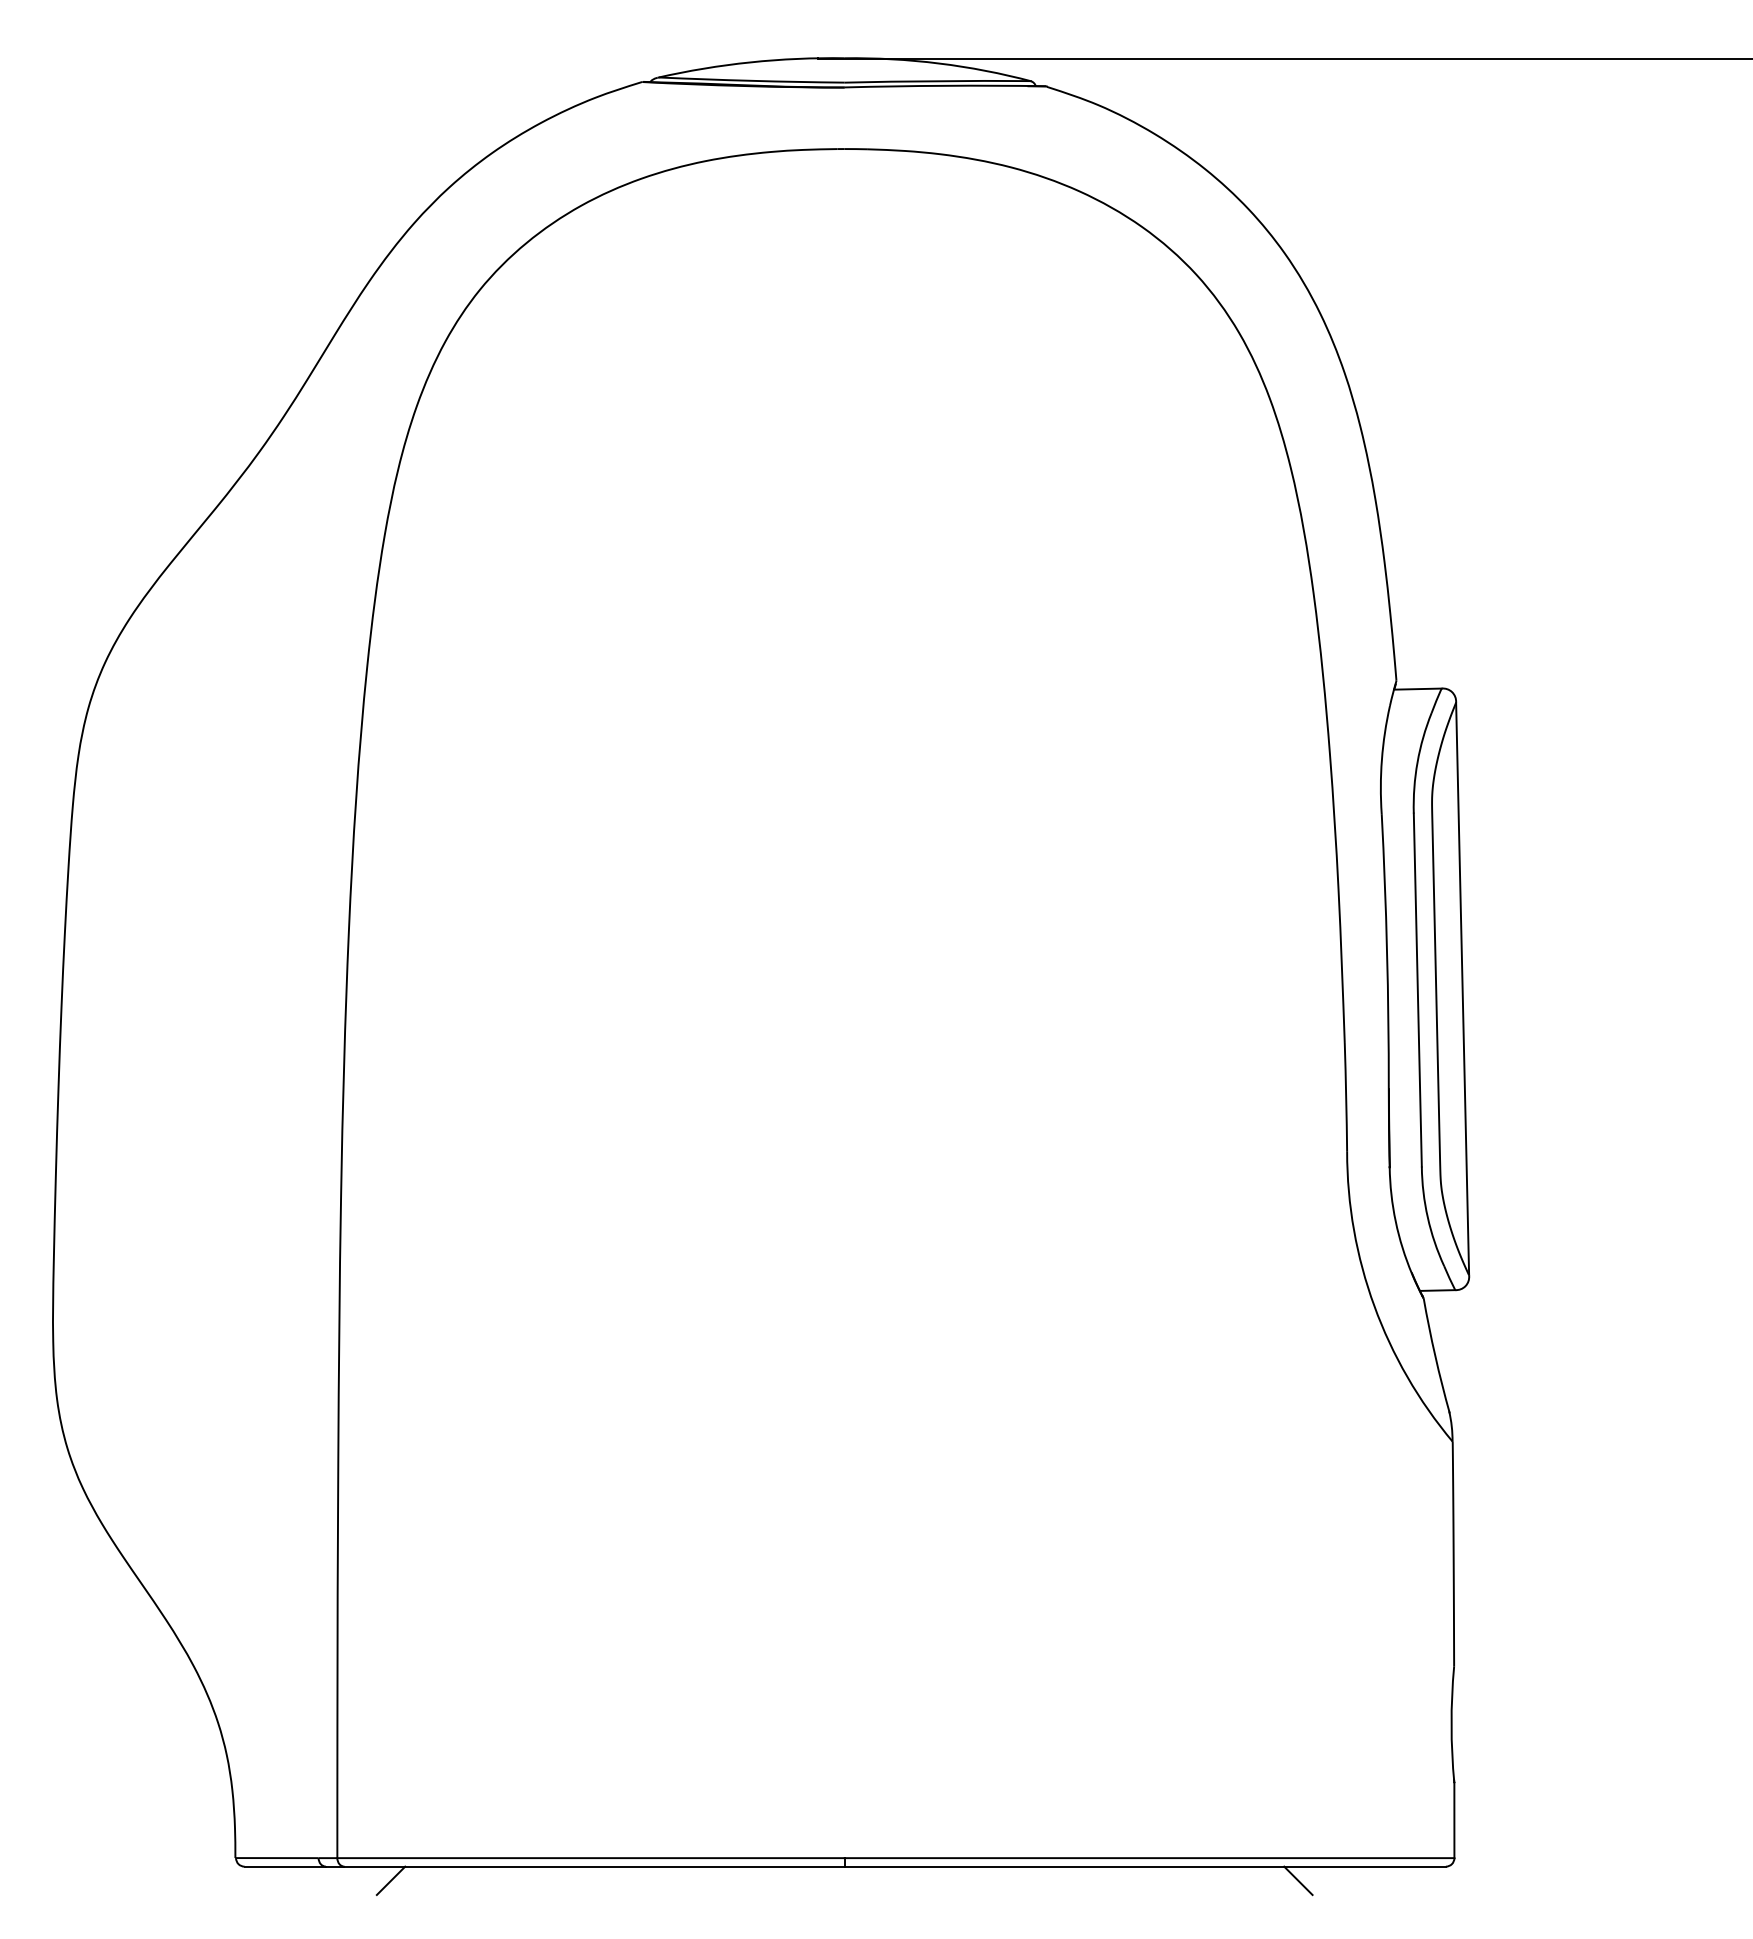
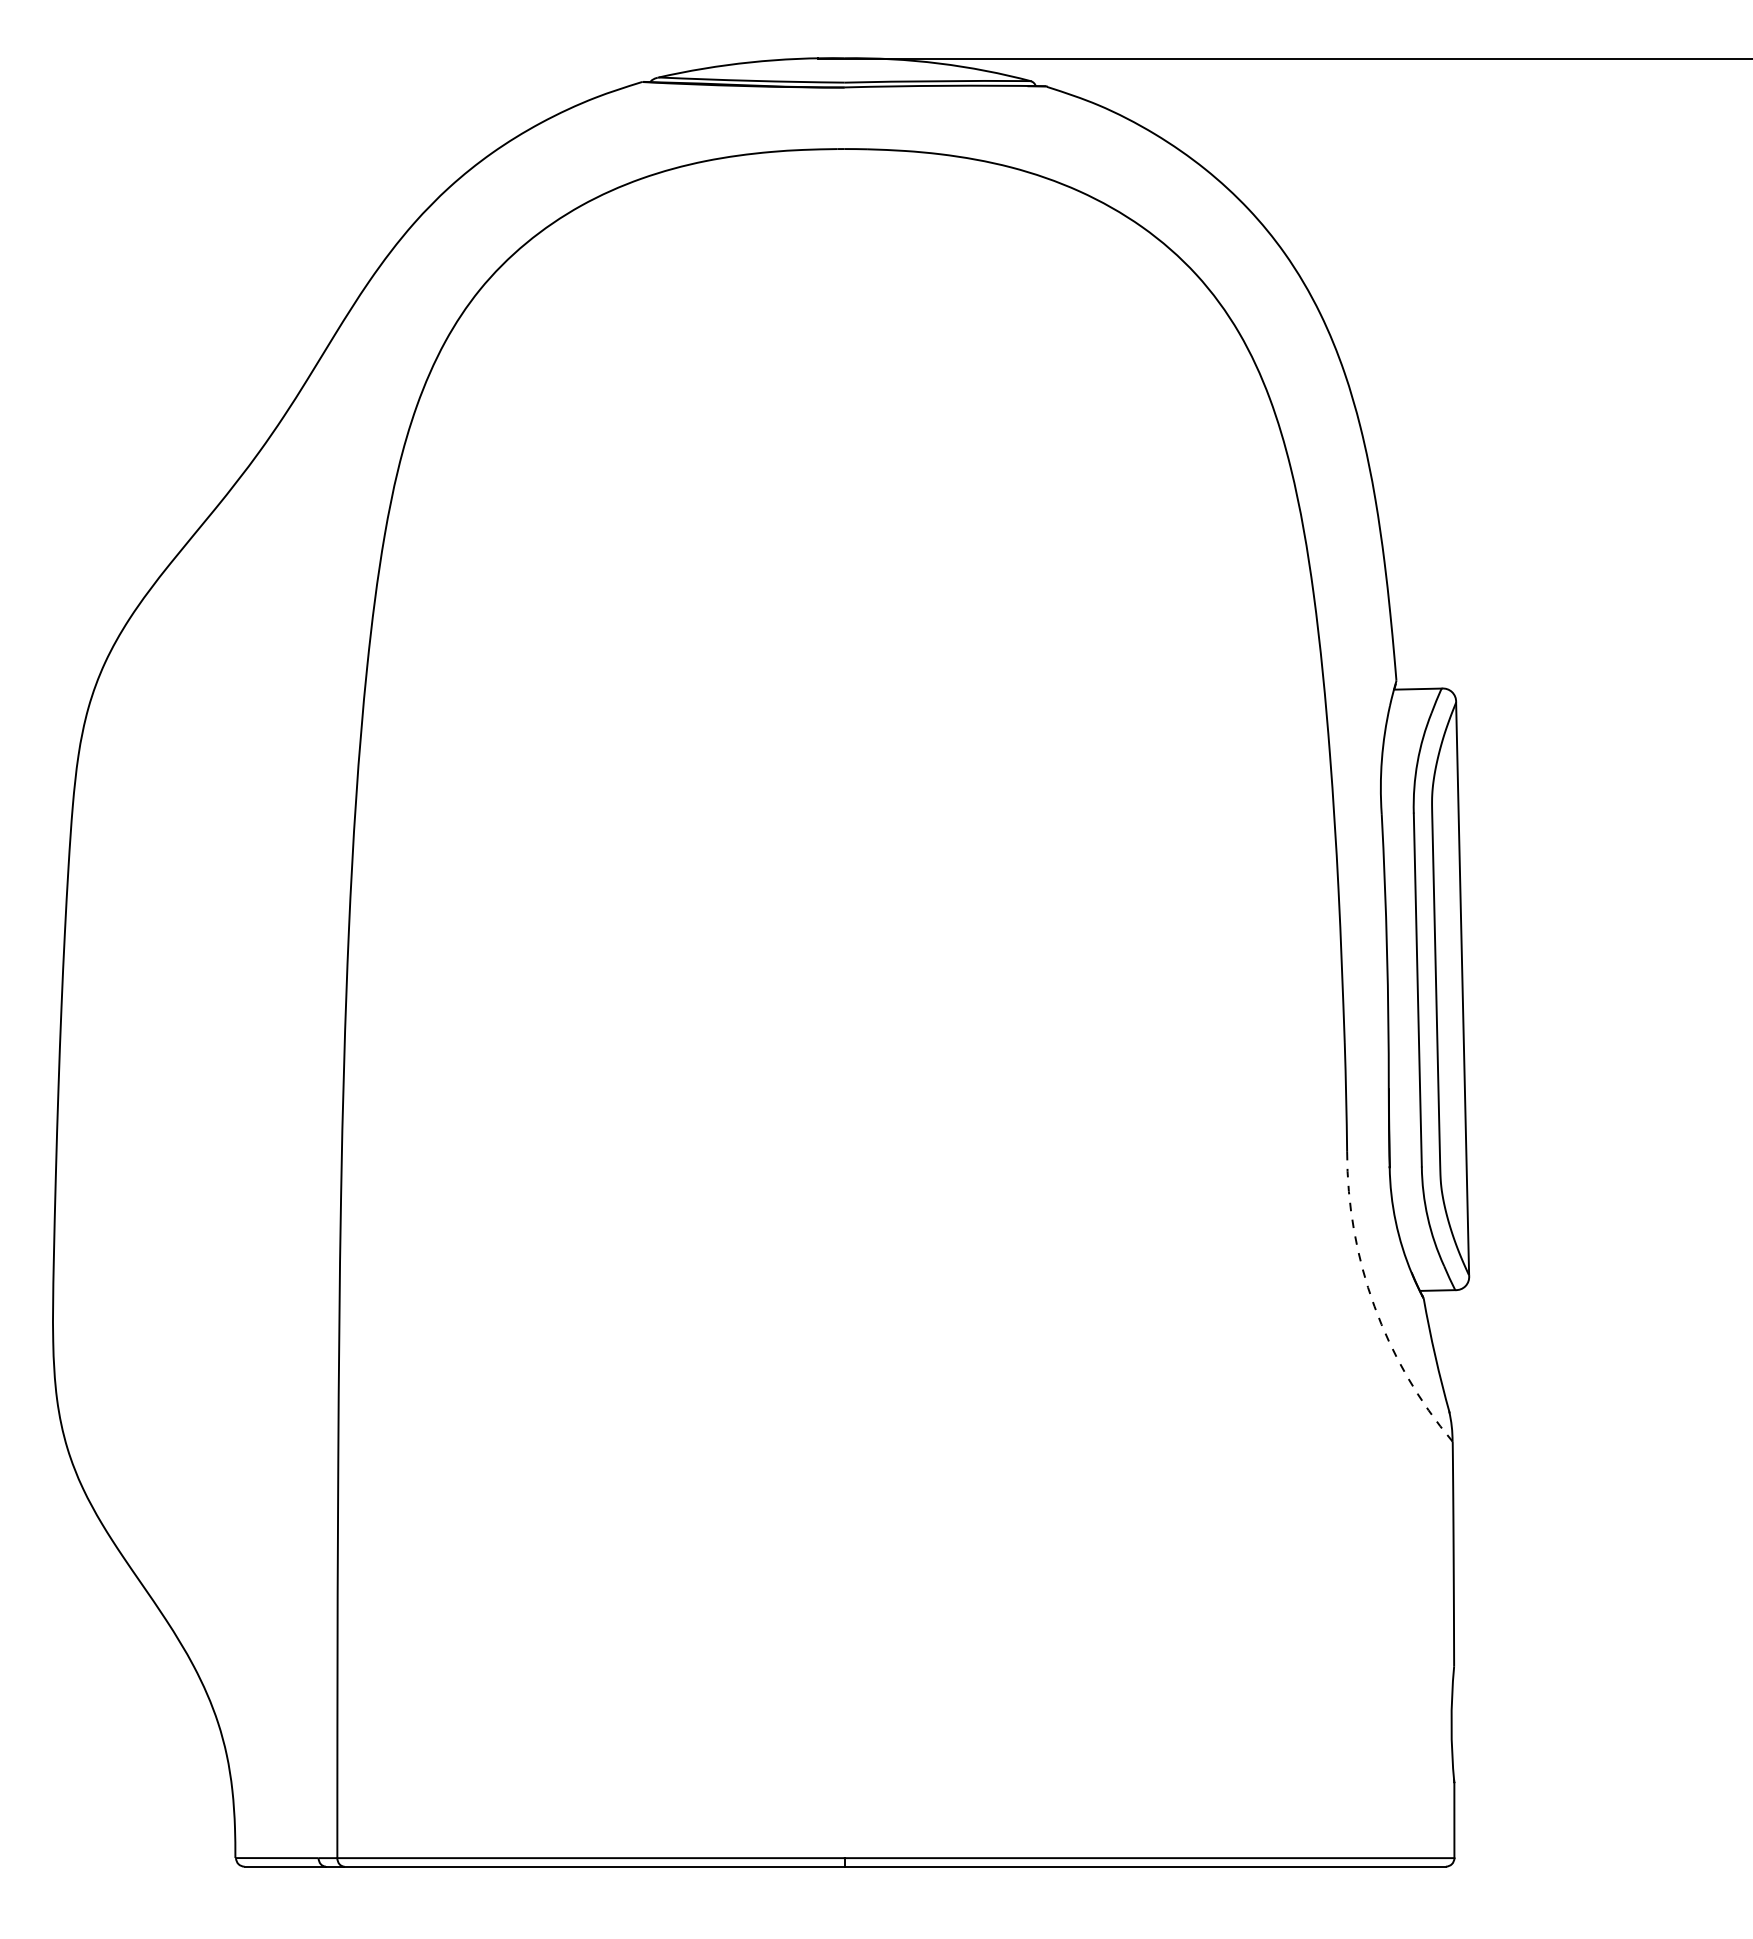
arc at (1374, 1306): solid -> dashed
line at (390, 1880): present -> none
line at (1298, 1880): present -> none
